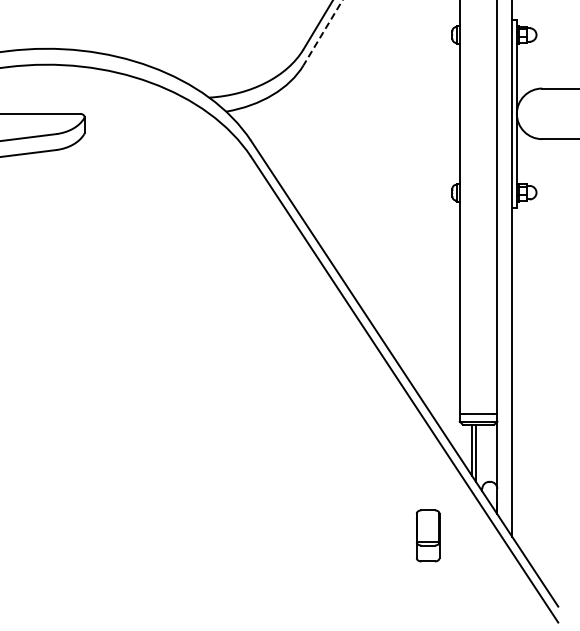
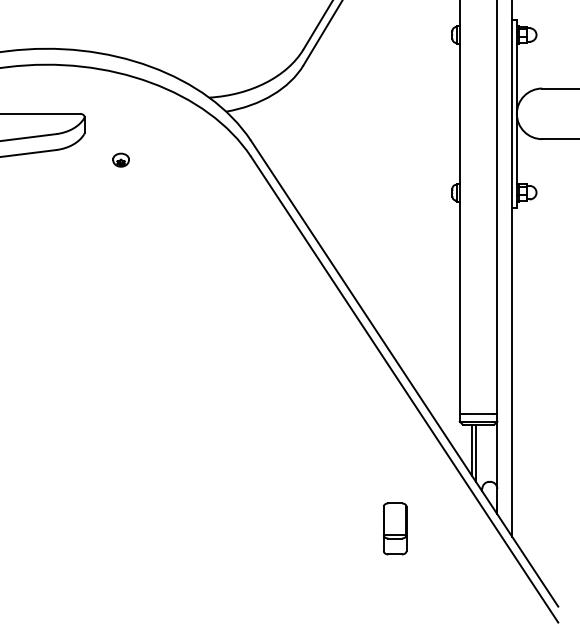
line at (323, 32): dashed -> solid
part at (120, 159): none -> present
part at (428, 535) position: (428, 535) -> (395, 528)
